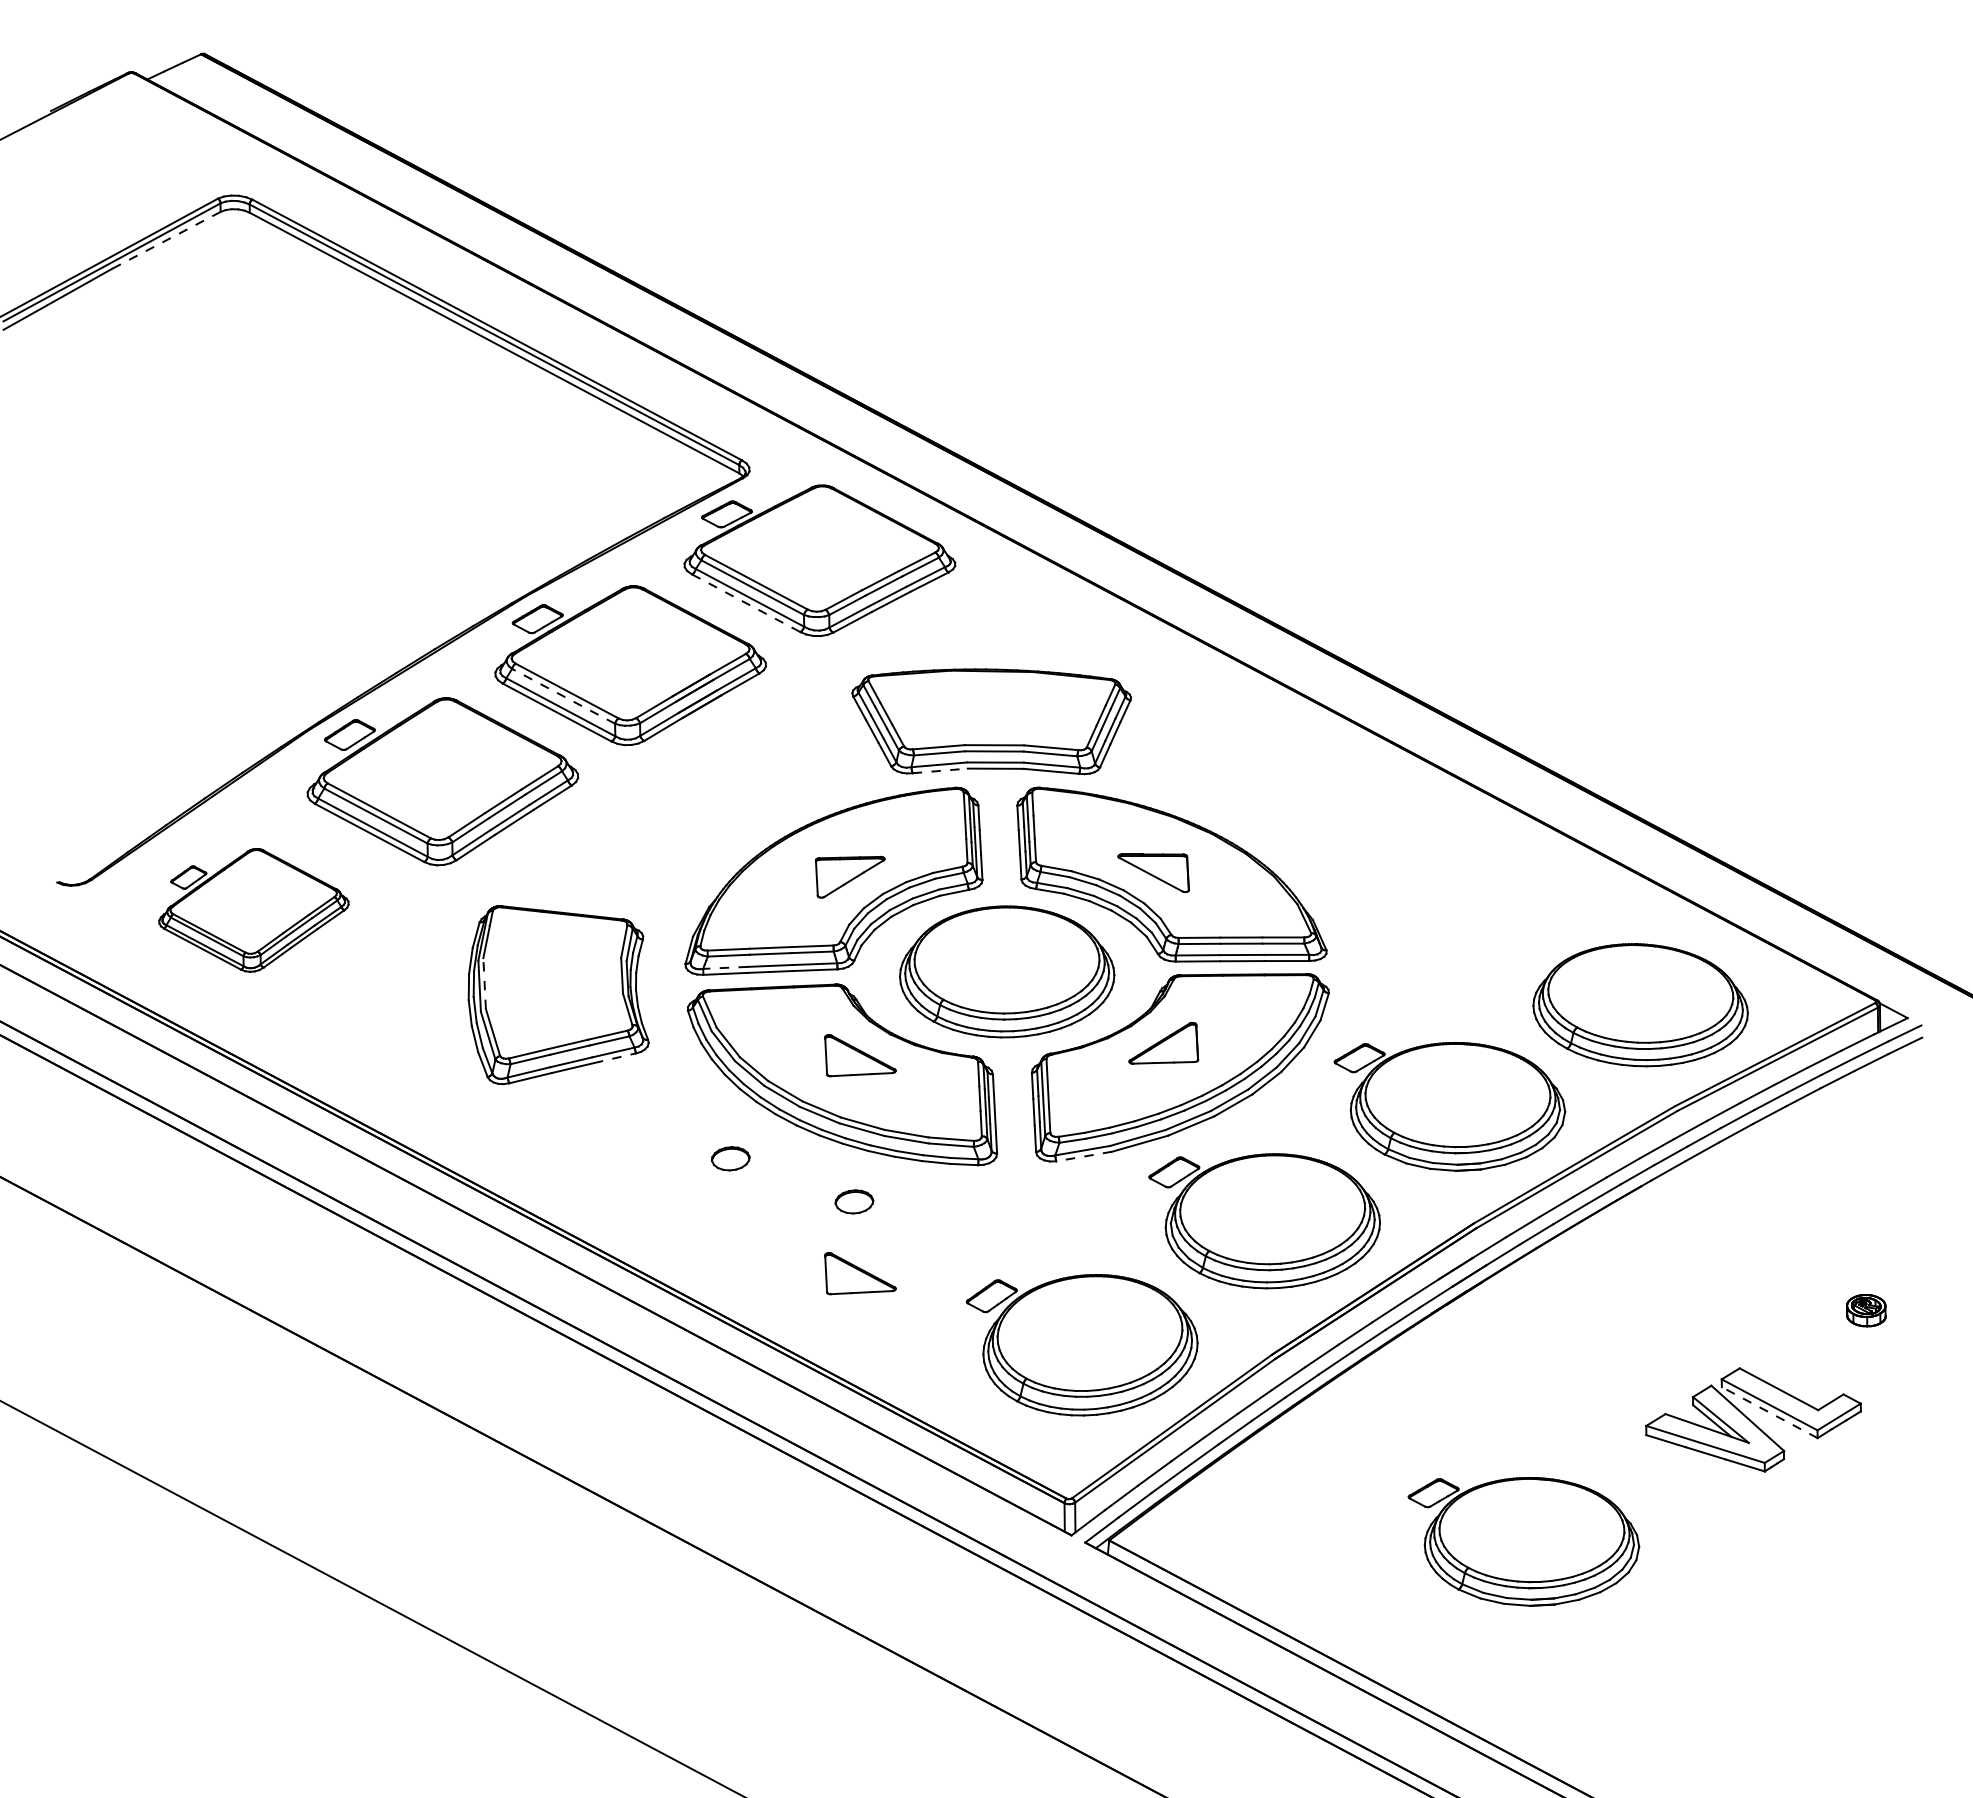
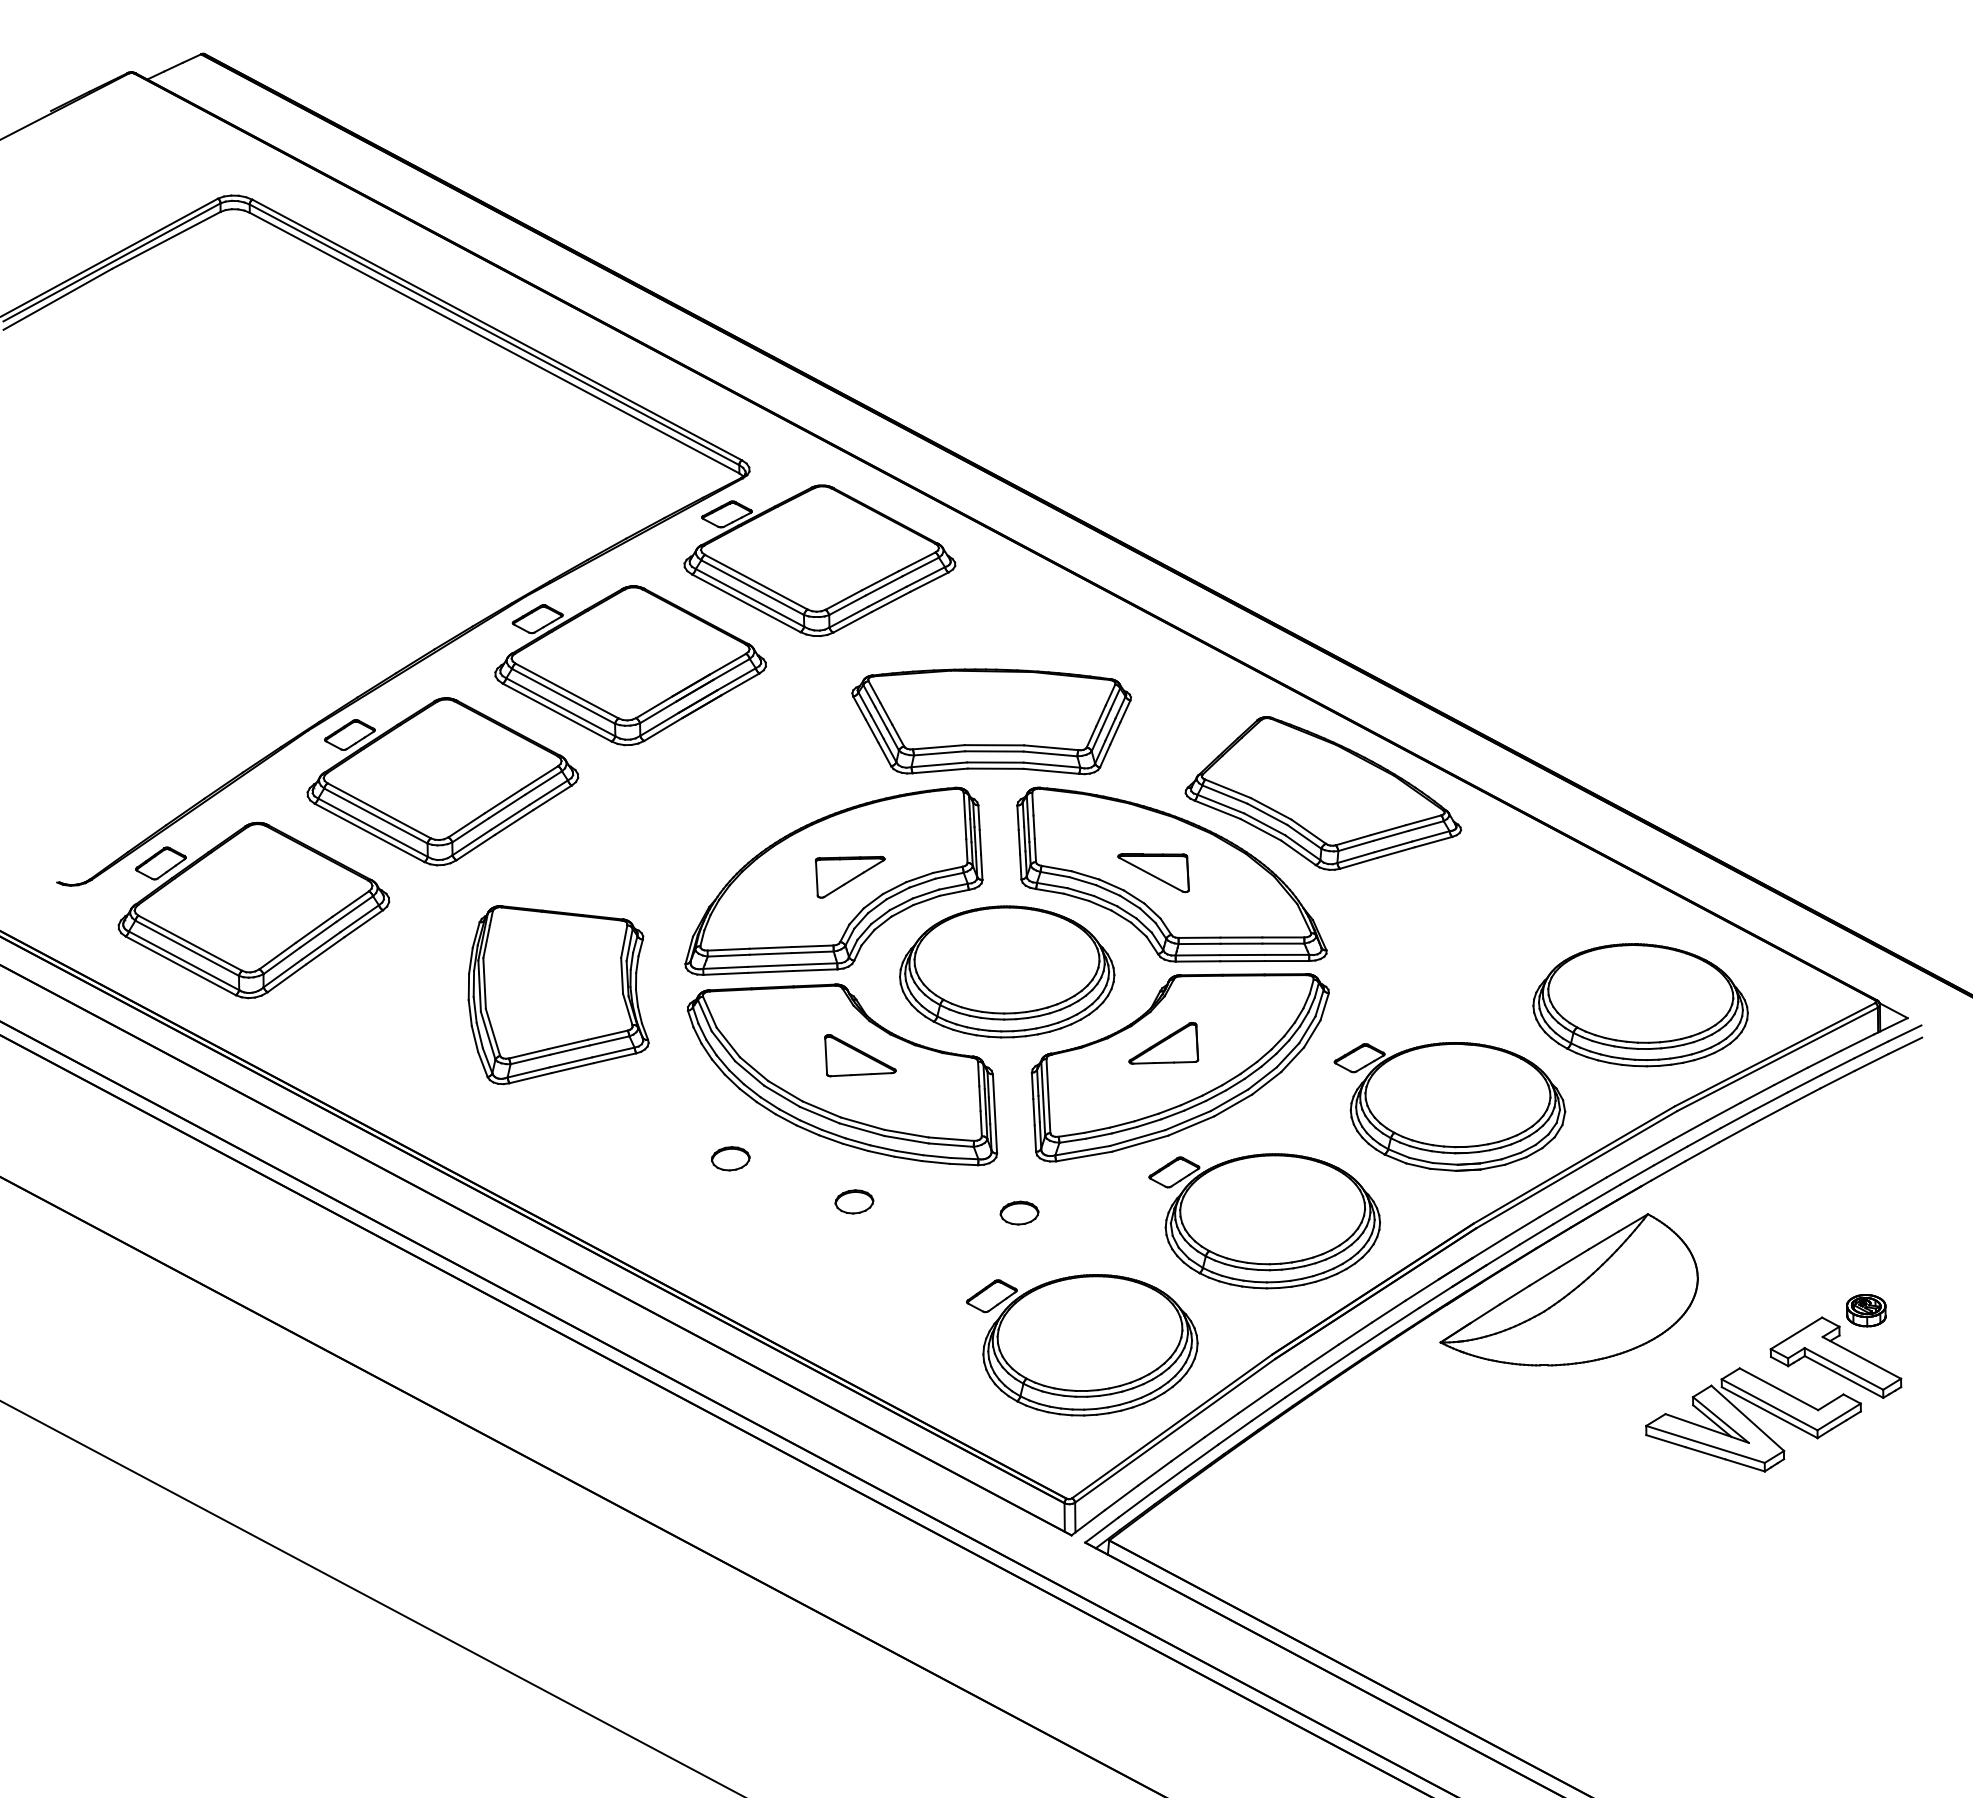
line at (165, 240): dashed -> solid
line at (746, 603): dashed -> solid
line at (563, 696): dashed -> solid
line at (940, 770): dashed -> solid
part at (1323, 793): none -> present
part at (253, 910) size: 192x125 px -> 274x179 px
line at (725, 967): dashed -> solid
line at (484, 983): dashed -> solid
line at (615, 1058): dashed -> solid
line at (1083, 1156): dashed -> solid
part at (1019, 1212): none -> present
part at (860, 1273): present -> none
part at (1568, 1289): none -> present
part at (1835, 1357): none -> present
line at (1769, 1412): dashed -> solid
part at (1523, 1541): present -> none
